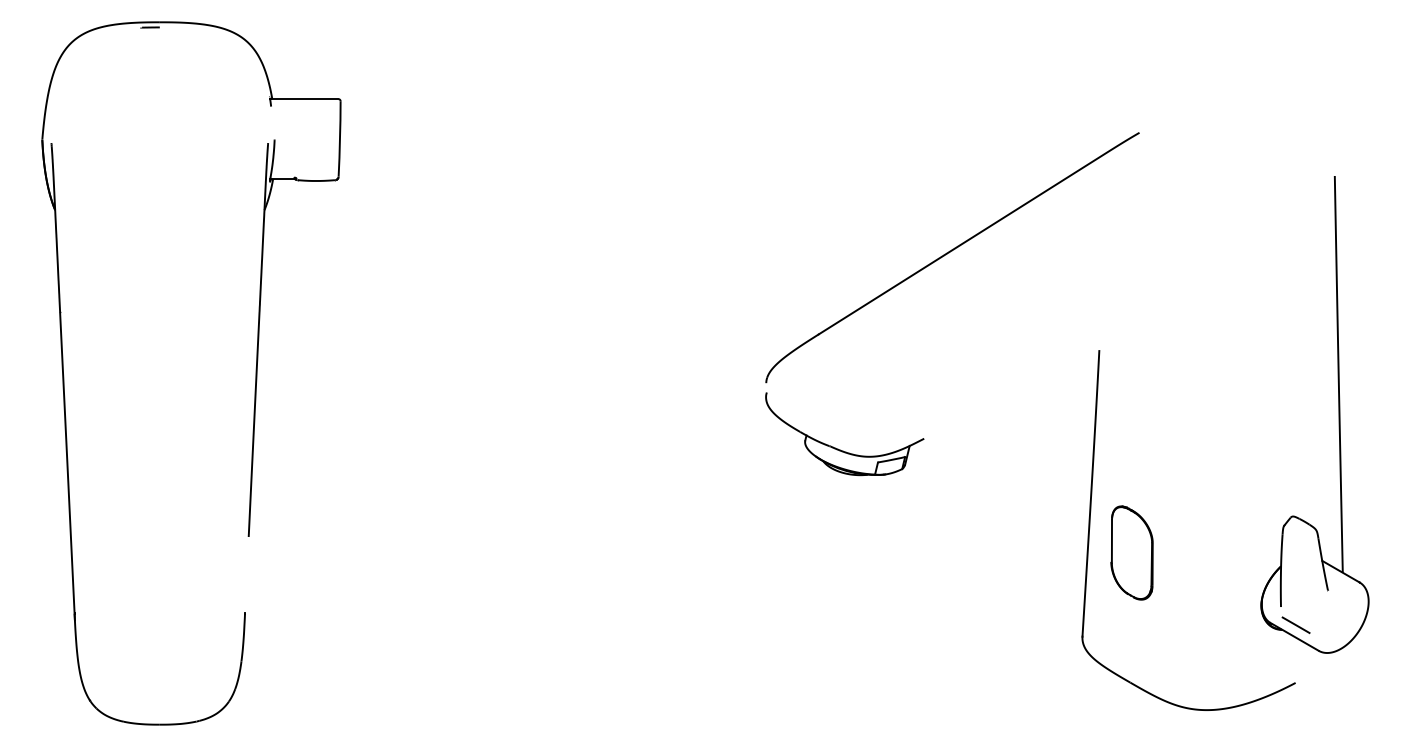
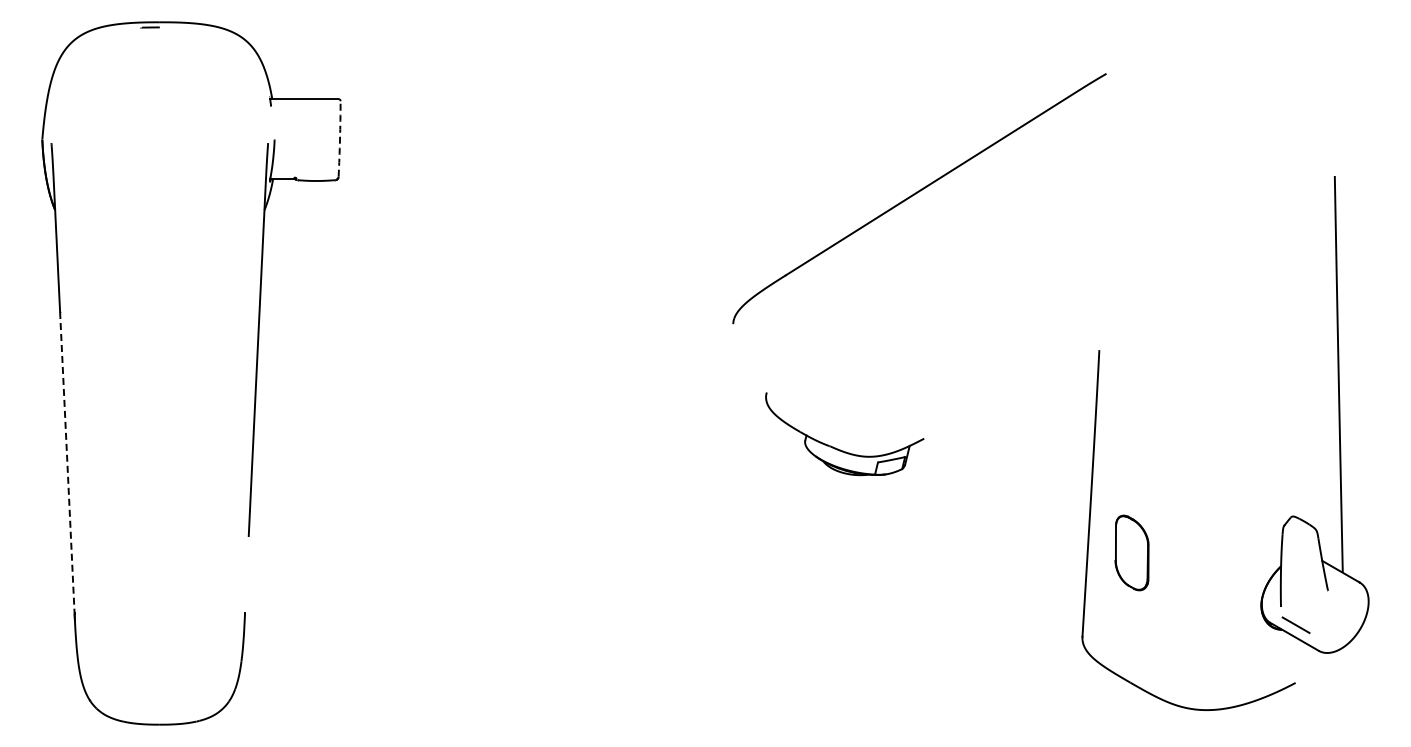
arc at (340, 139): solid -> dashed
part at (952, 257) position: (952, 257) -> (919, 198)
line at (67, 462): solid -> dashed
part at (1131, 552) size: 44x96 px -> 36x78 px
